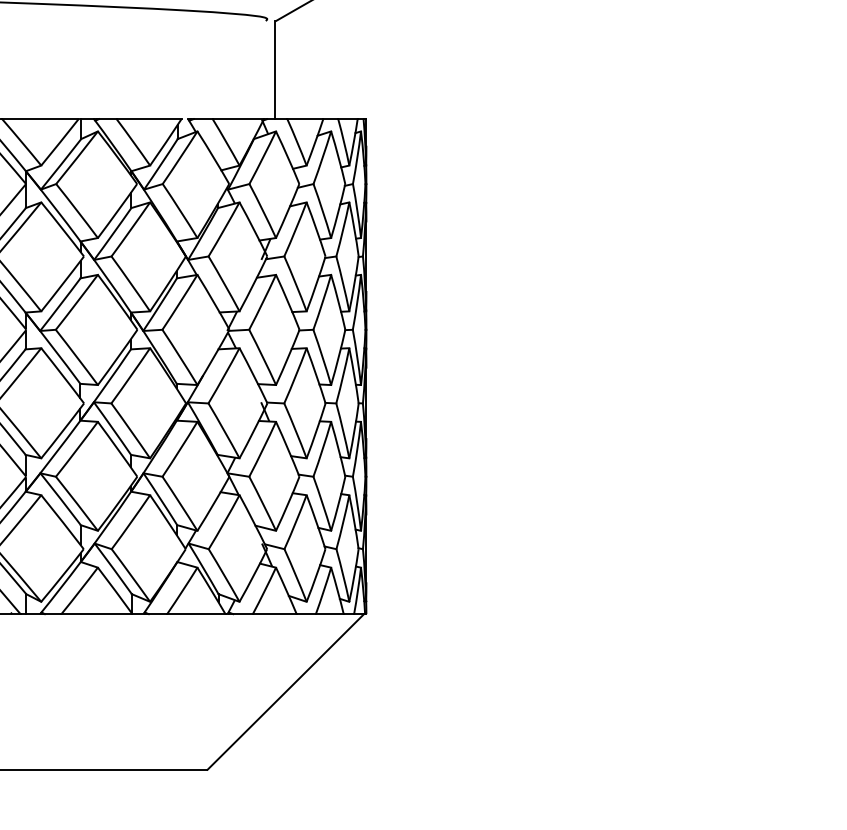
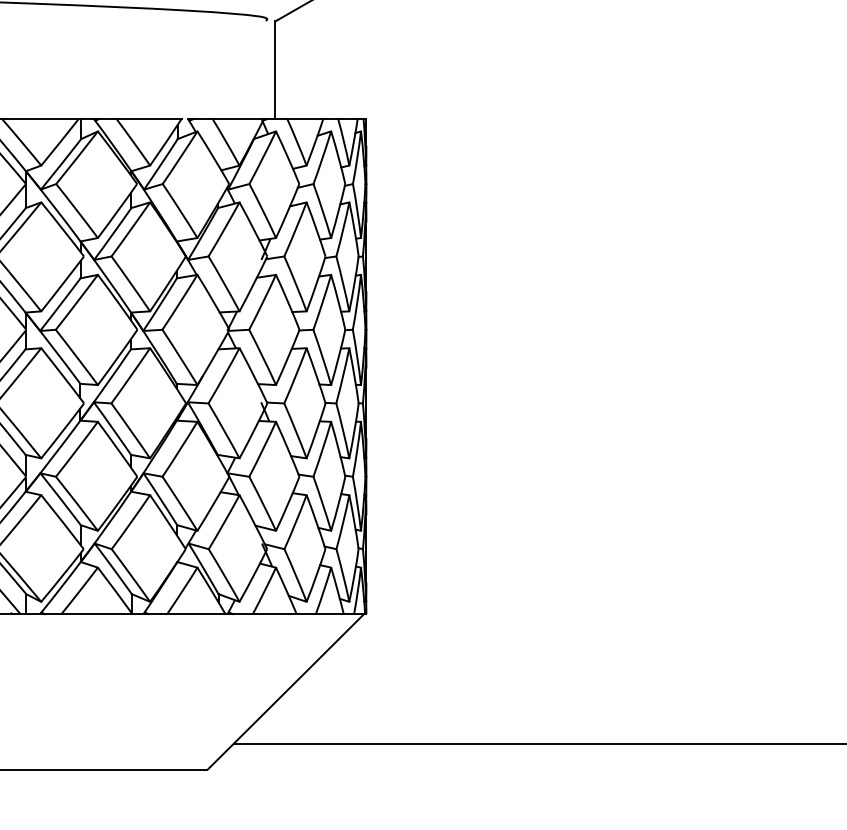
line at (538, 743): none -> present
